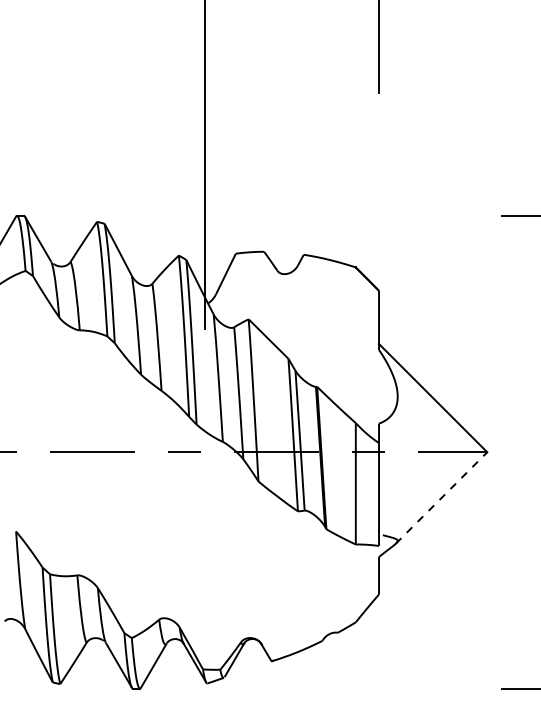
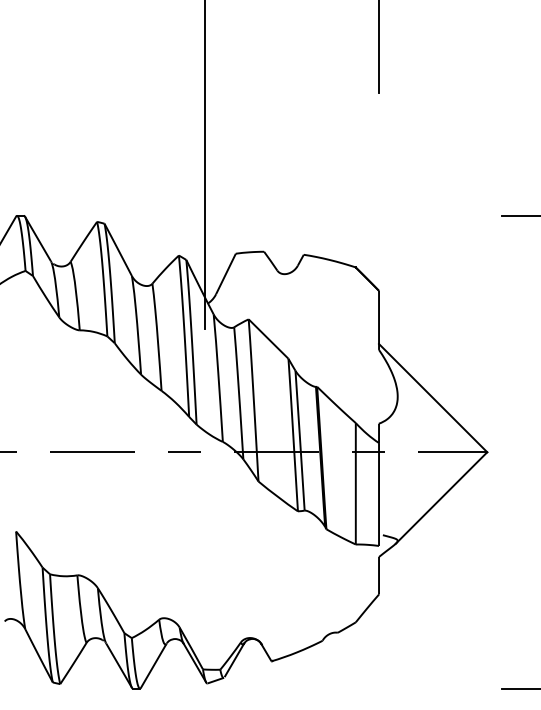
line at (441, 497): dashed -> solid
